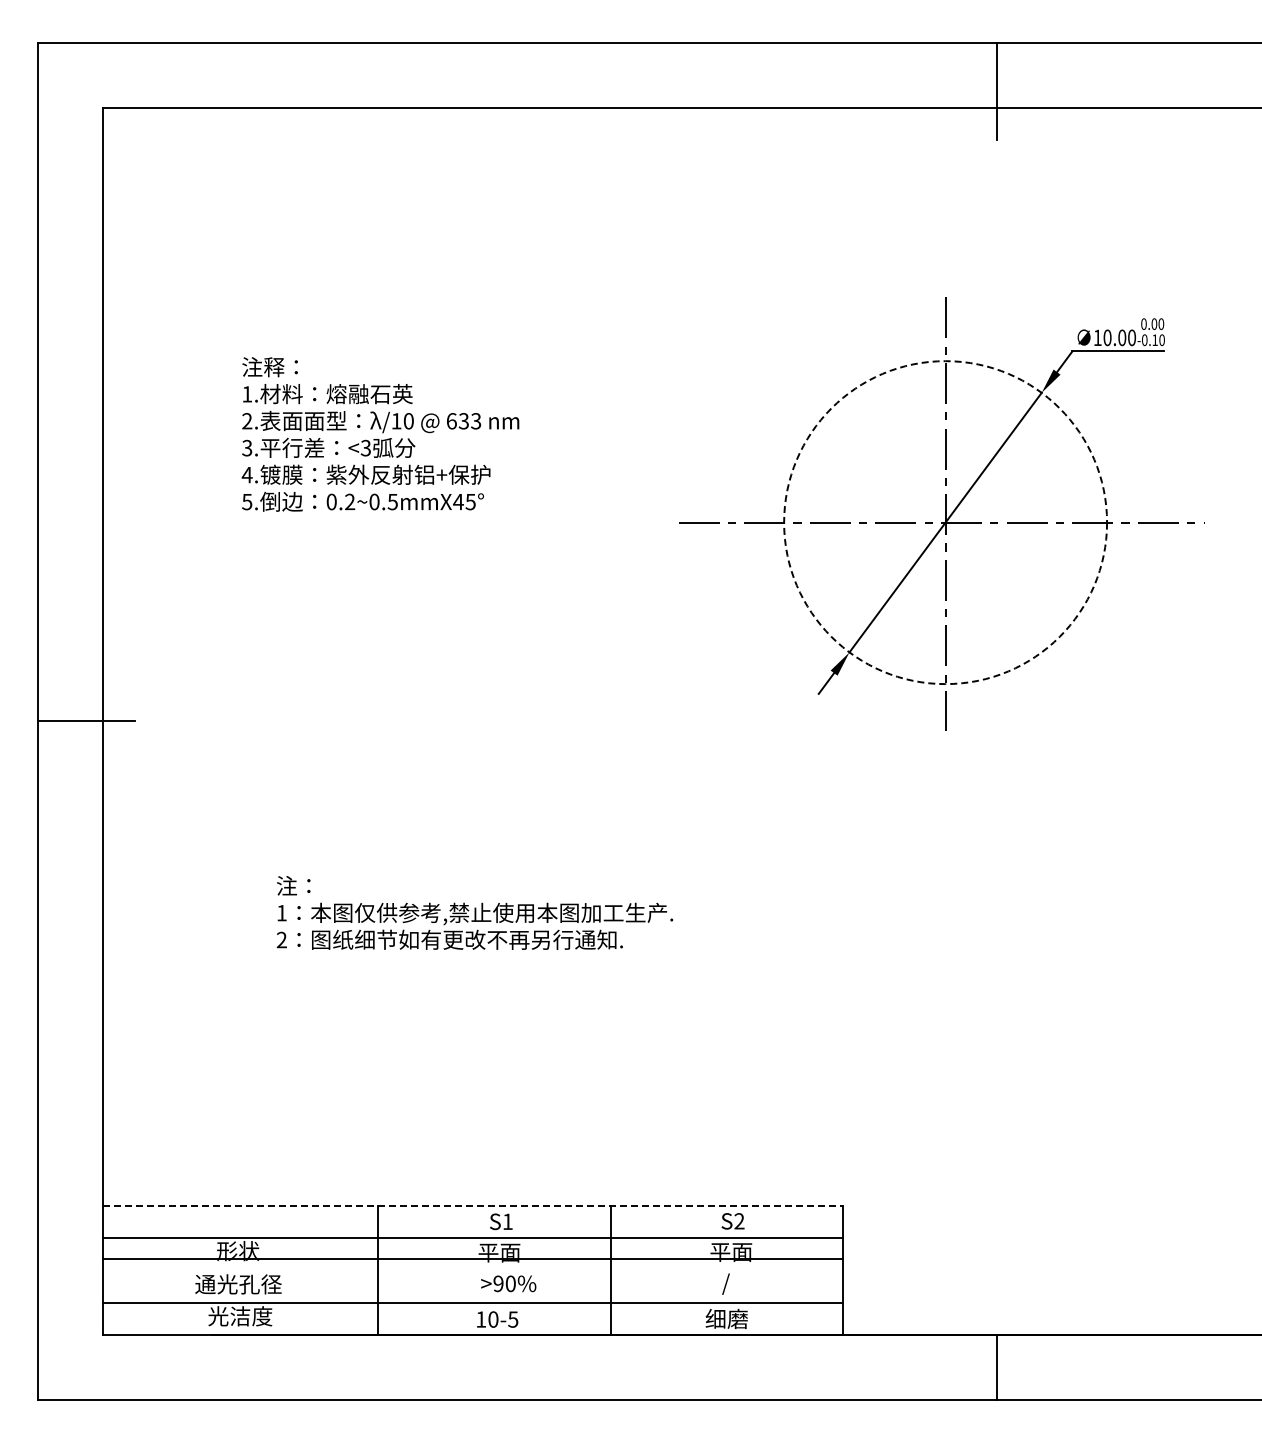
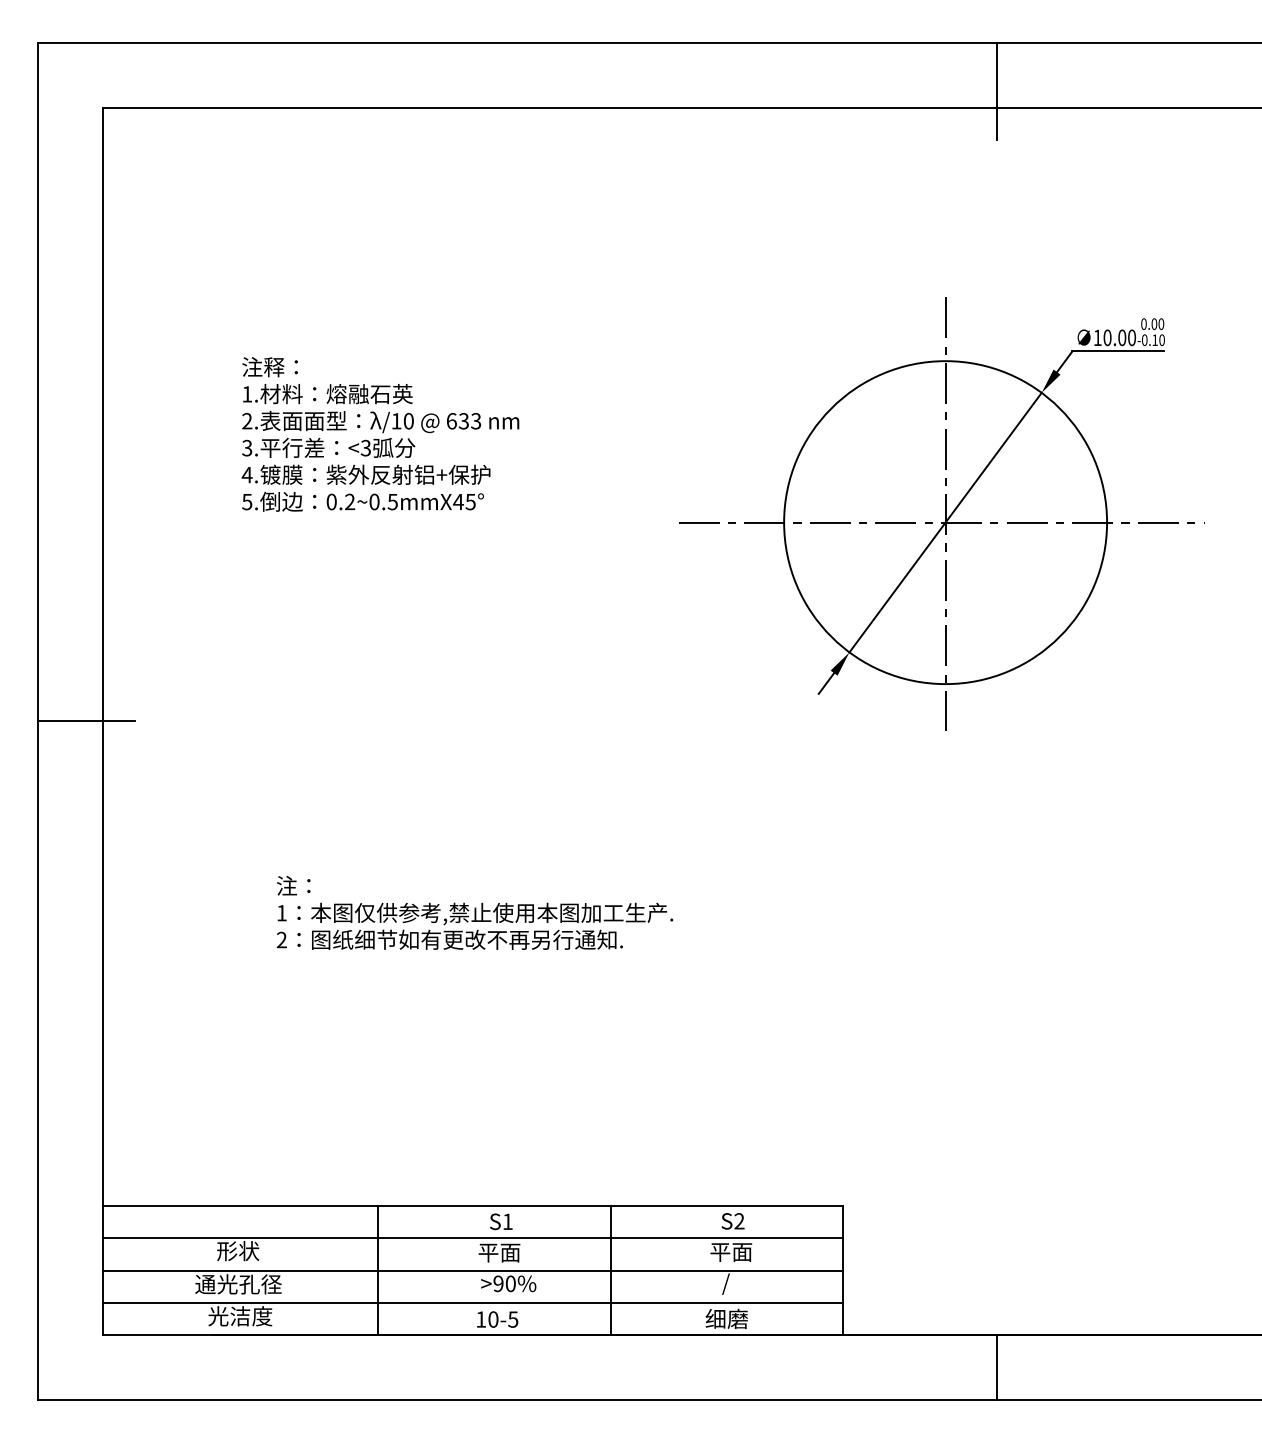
circle at (945, 522): dashed -> solid
line at (473, 1205): dashed -> solid
line at (472, 1258) position: (472, 1258) -> (472, 1270)
